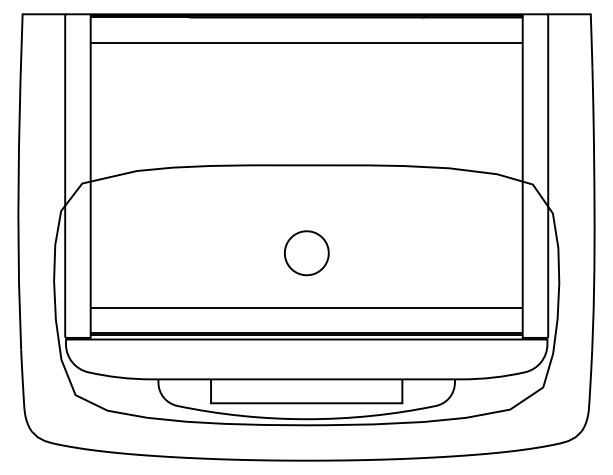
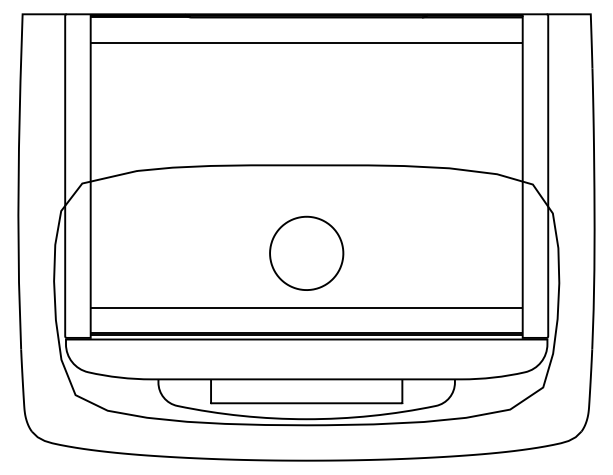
part at (306, 253) size: 46x47 px -> 76x76 px
